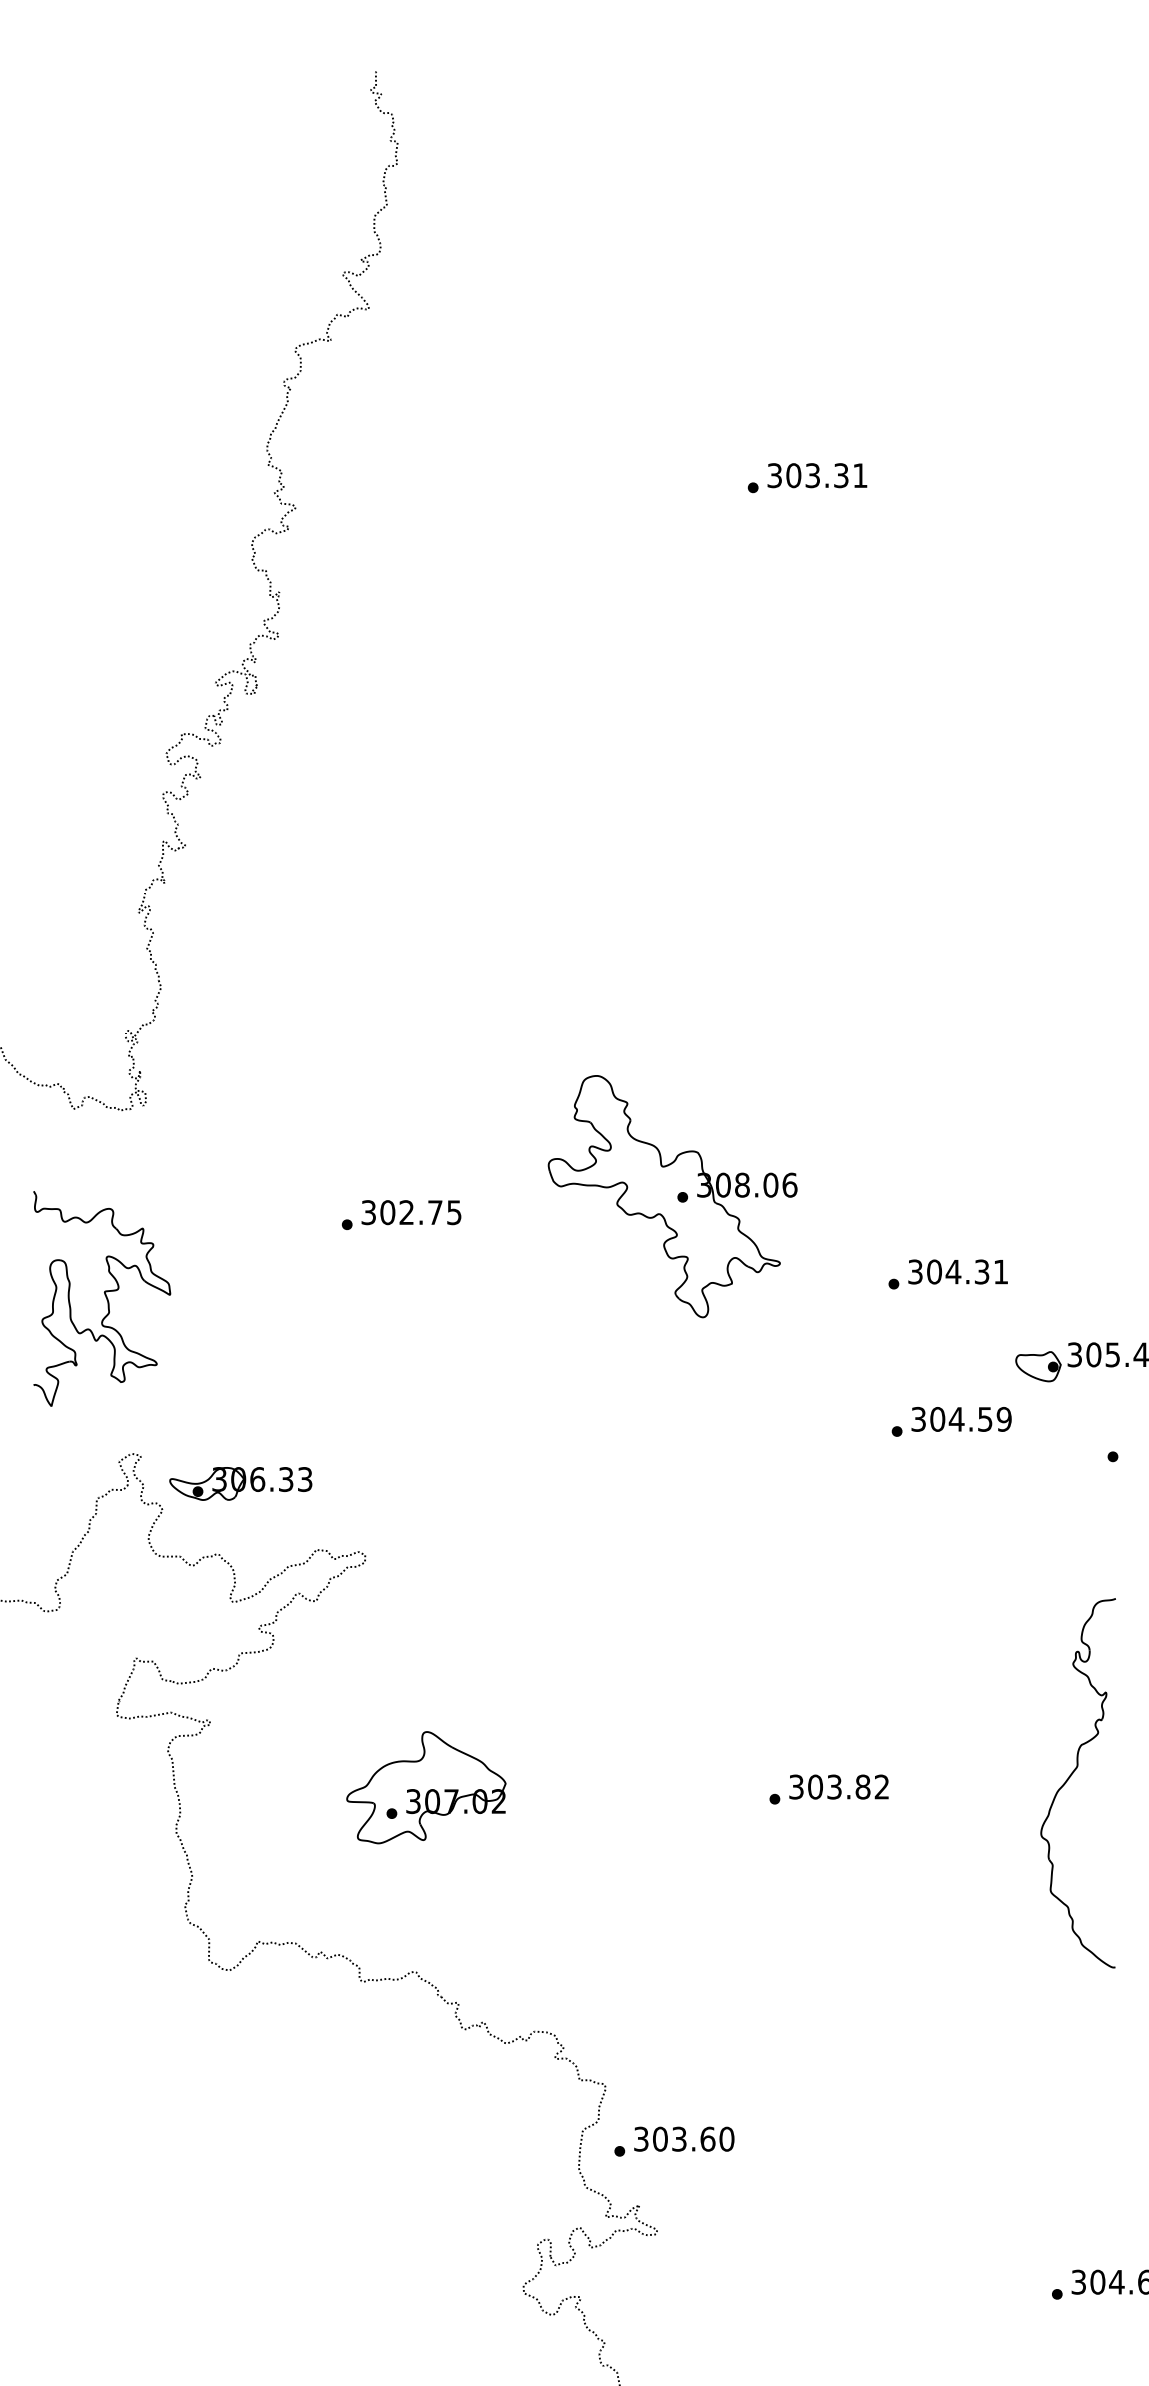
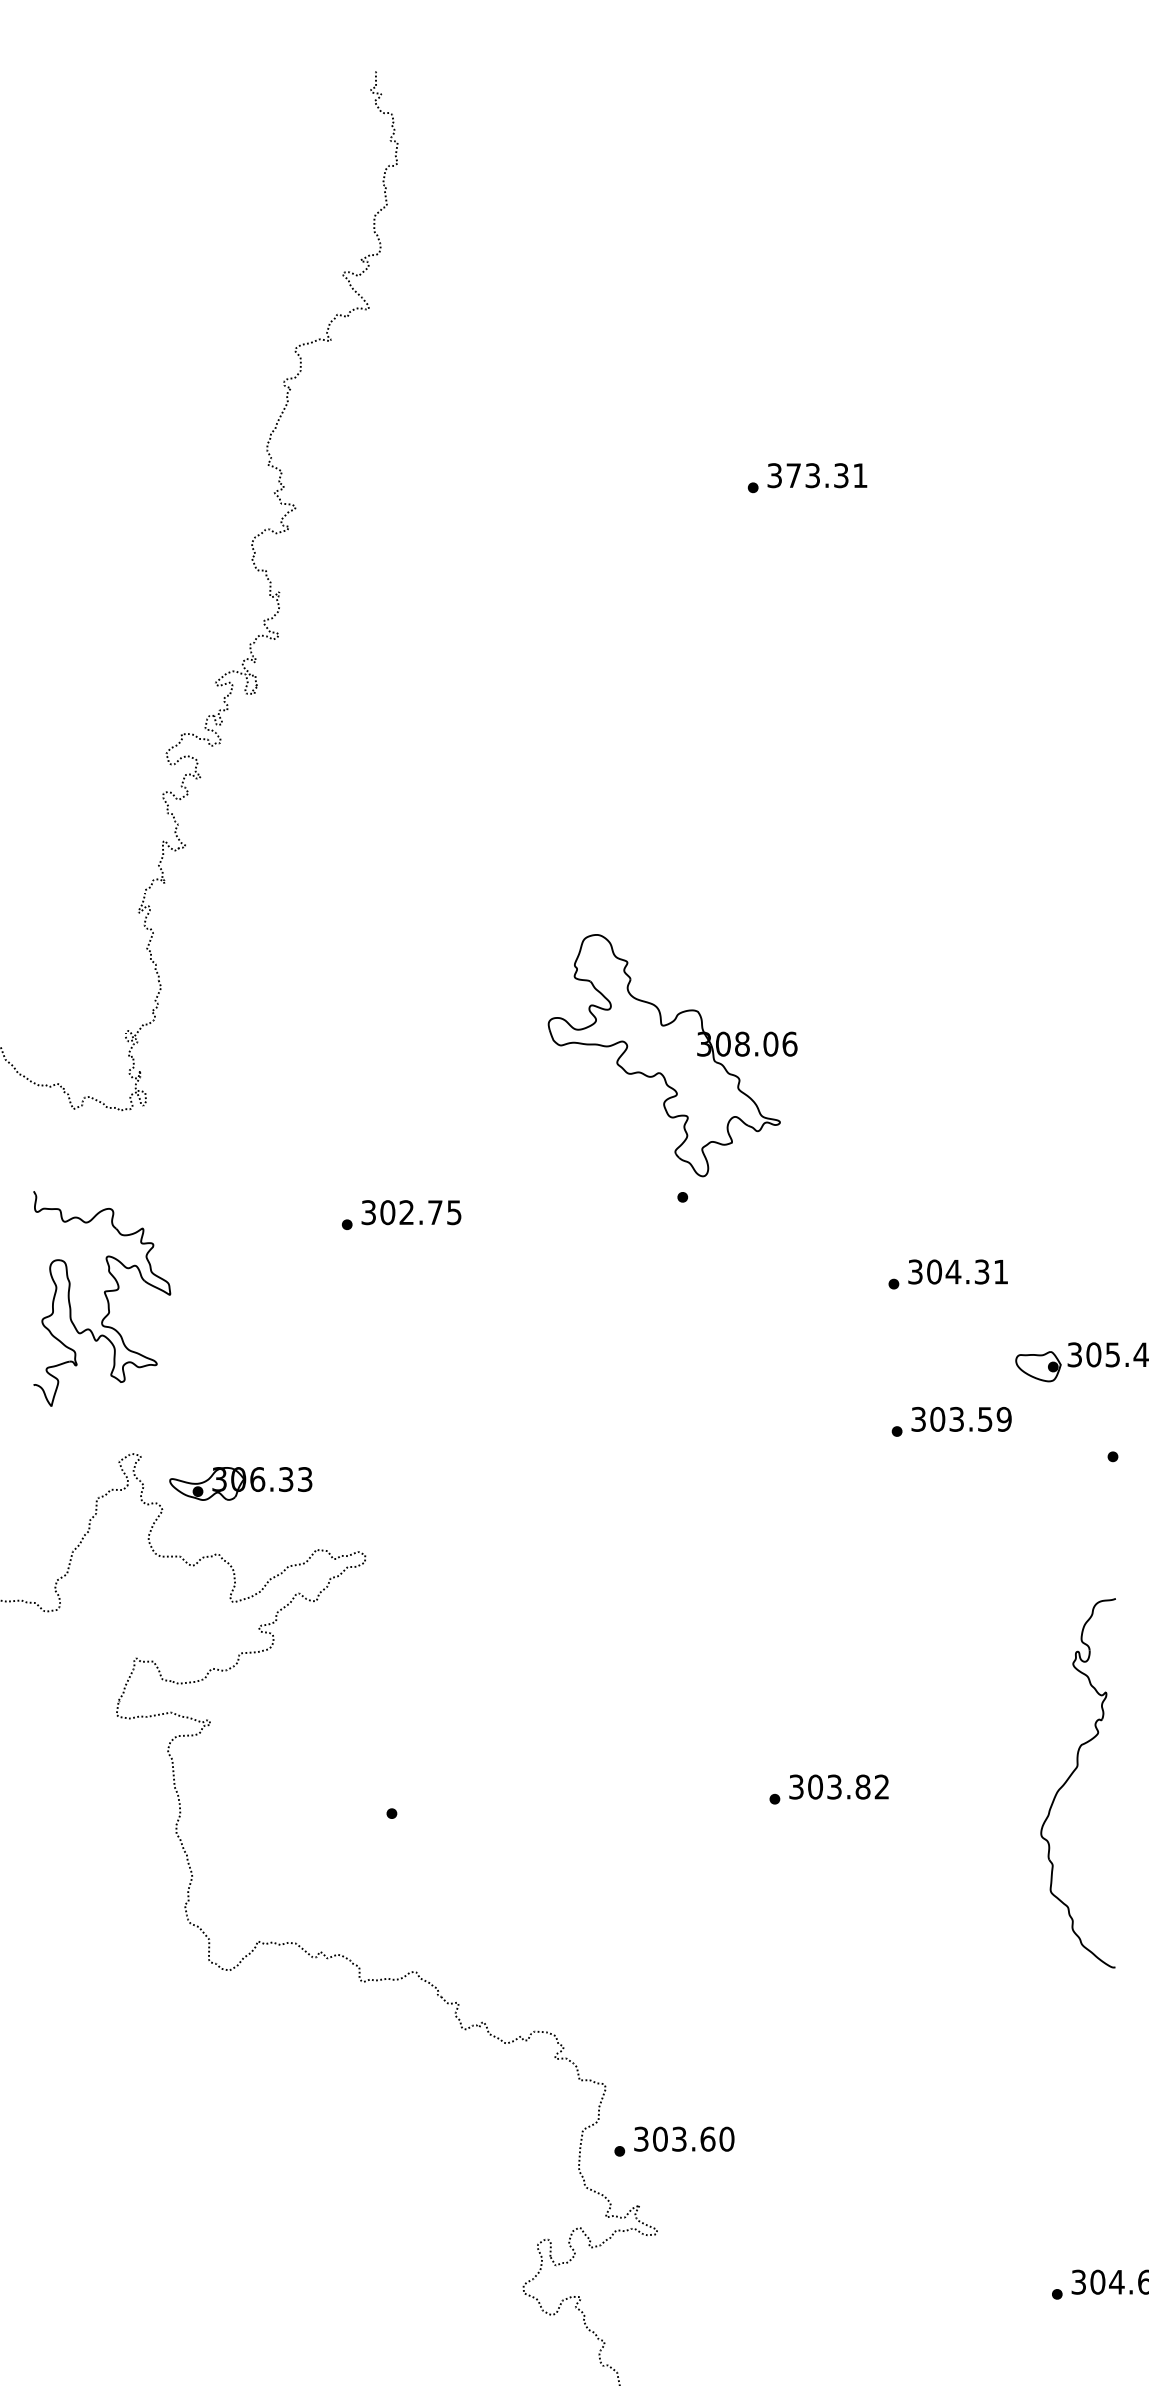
text at (793, 475): 303.31 -> 373.31
part at (672, 1196) position: (672, 1196) -> (672, 1055)
text at (956, 1418): 304.59 -> 303.59
part at (426, 1787): present -> none
